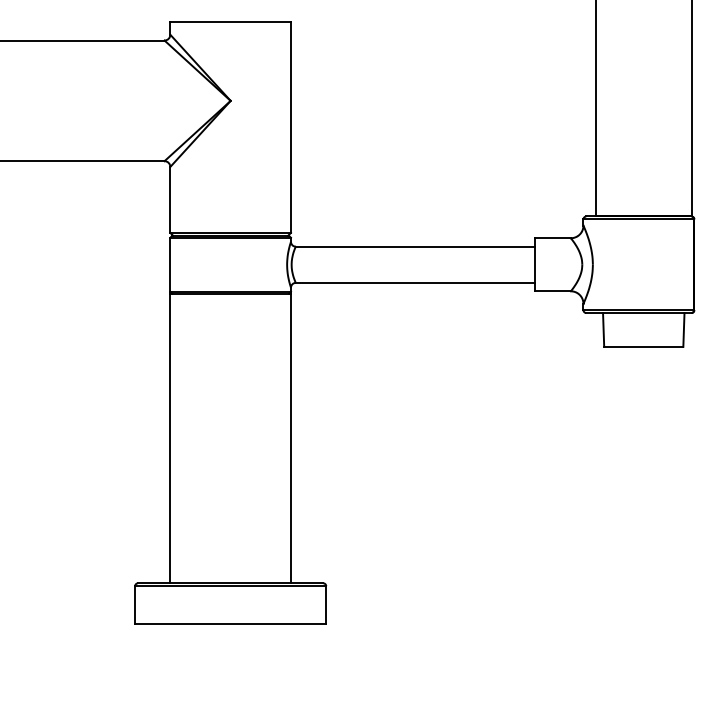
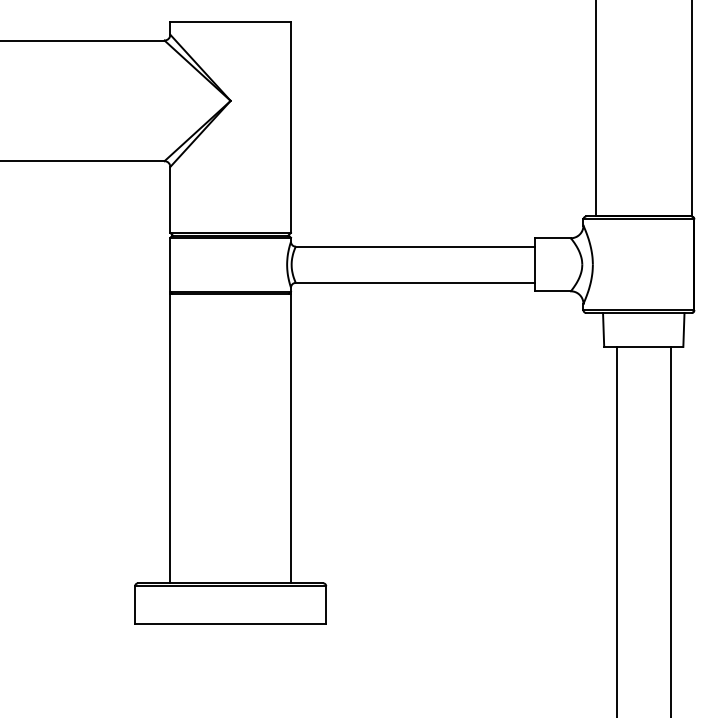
line at (616, 530): none -> present
line at (670, 530): none -> present
